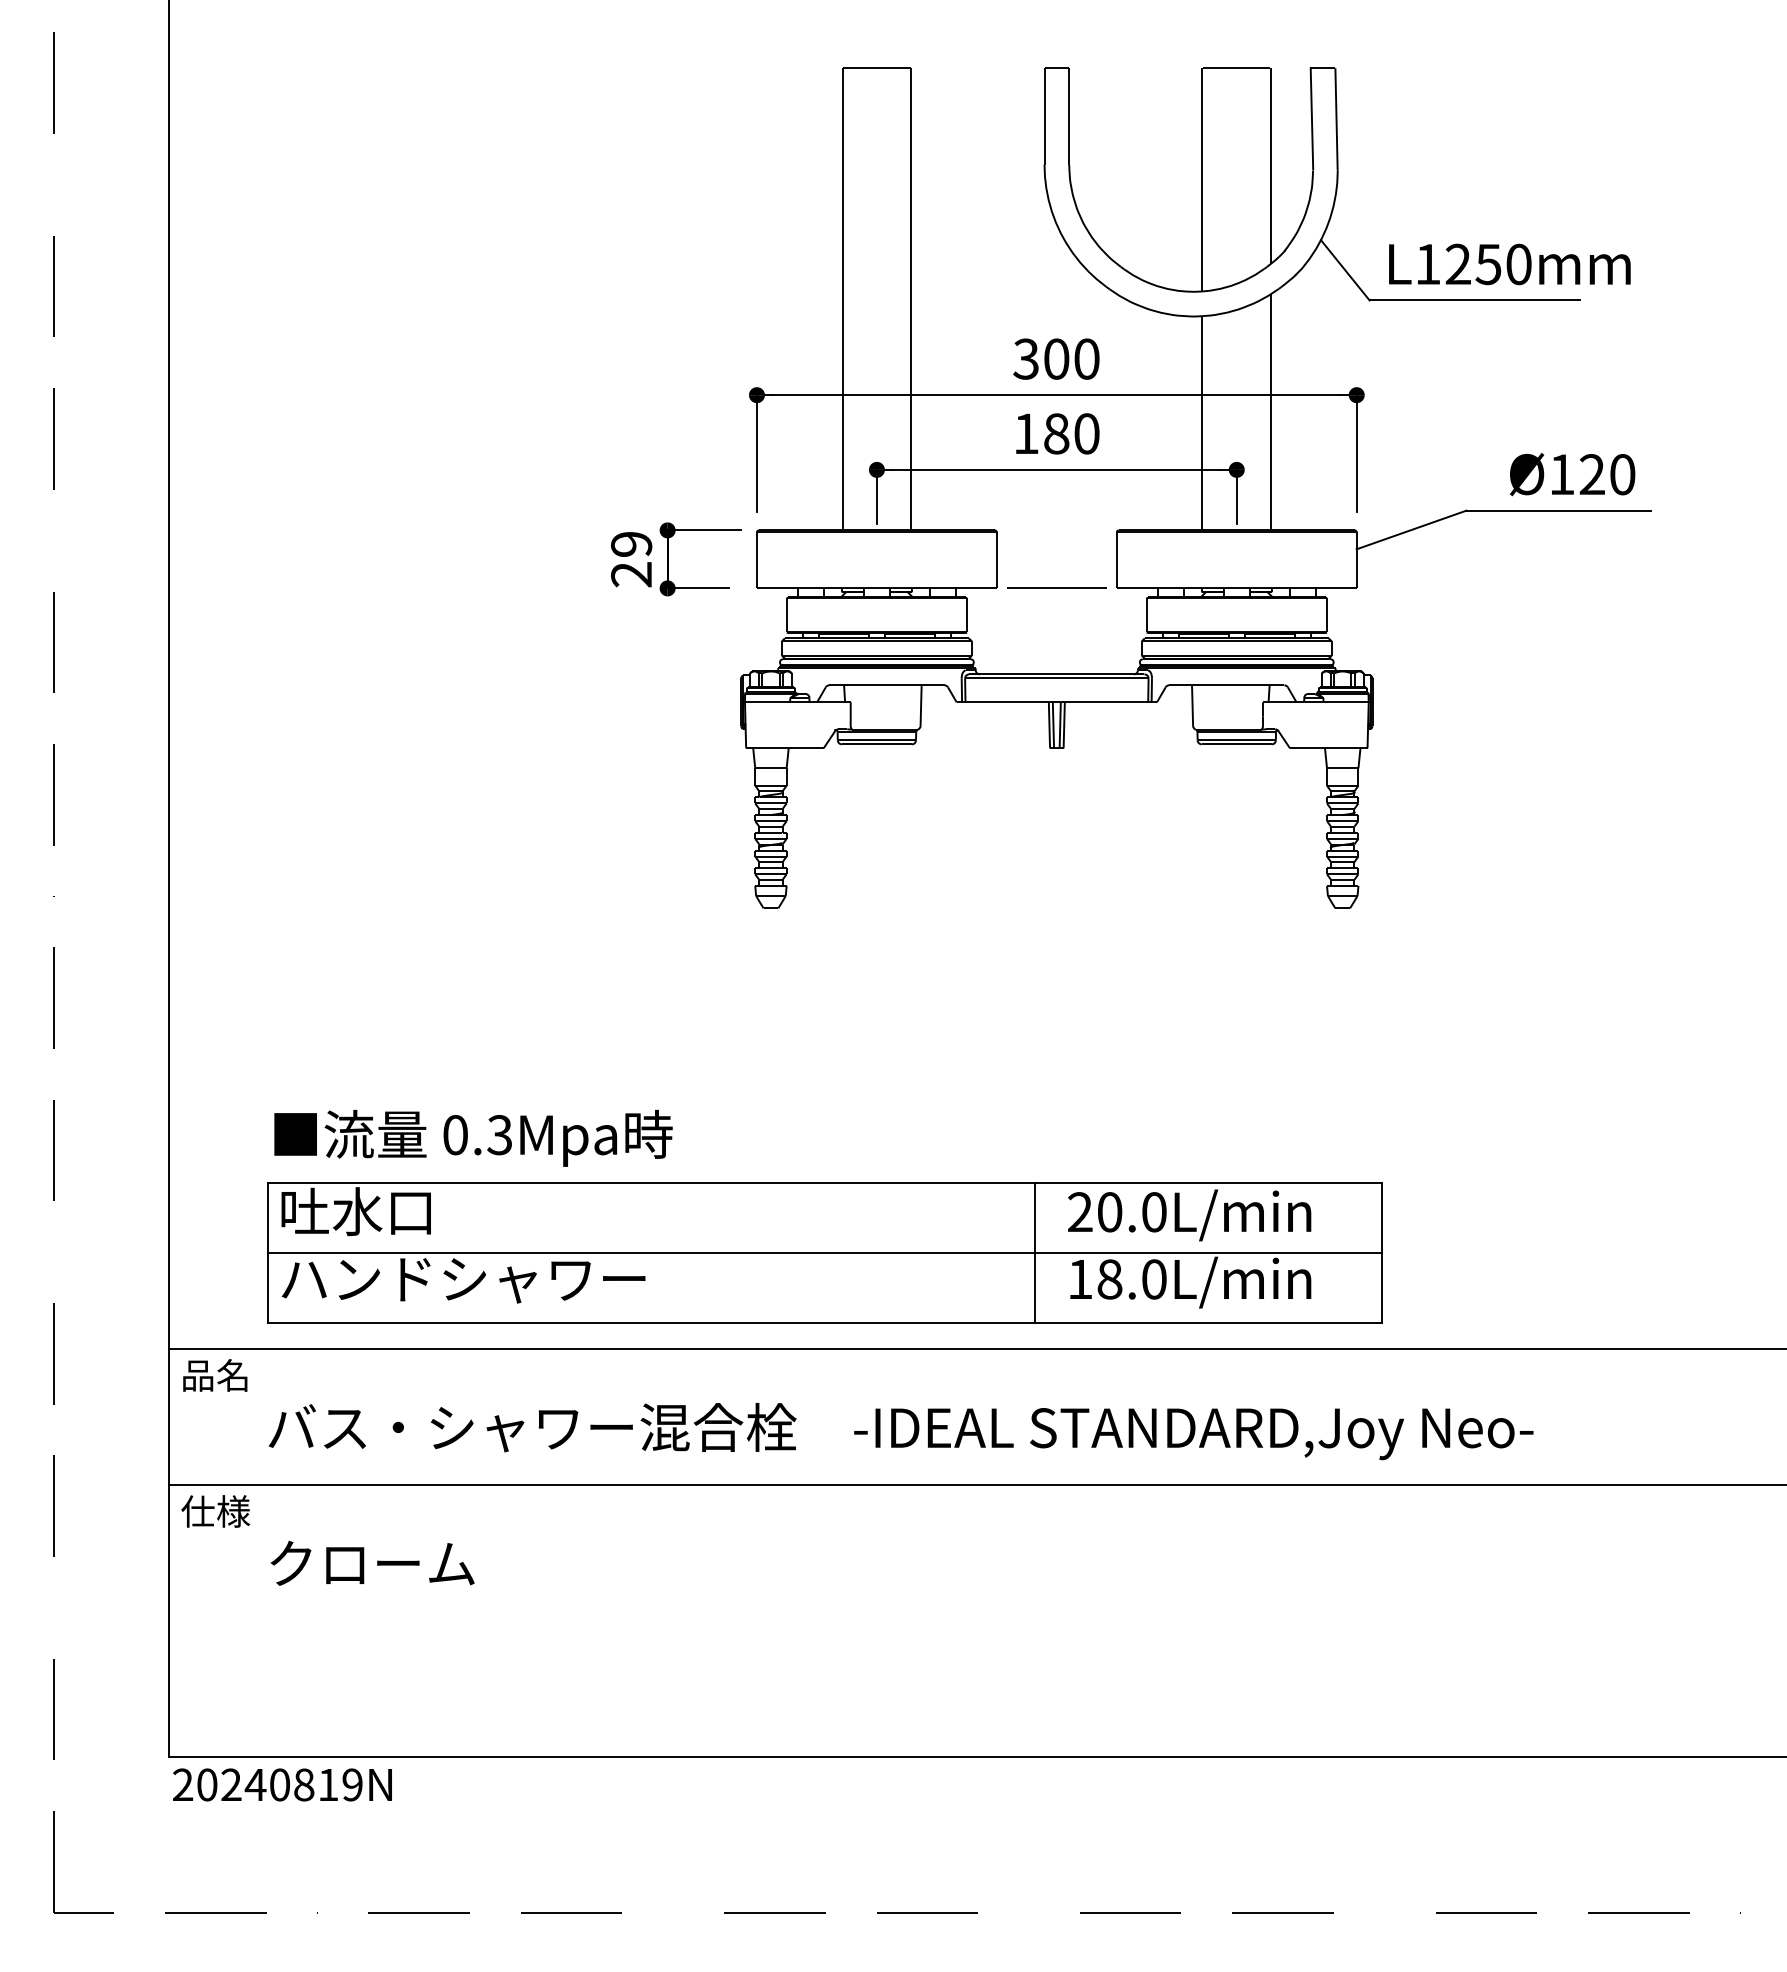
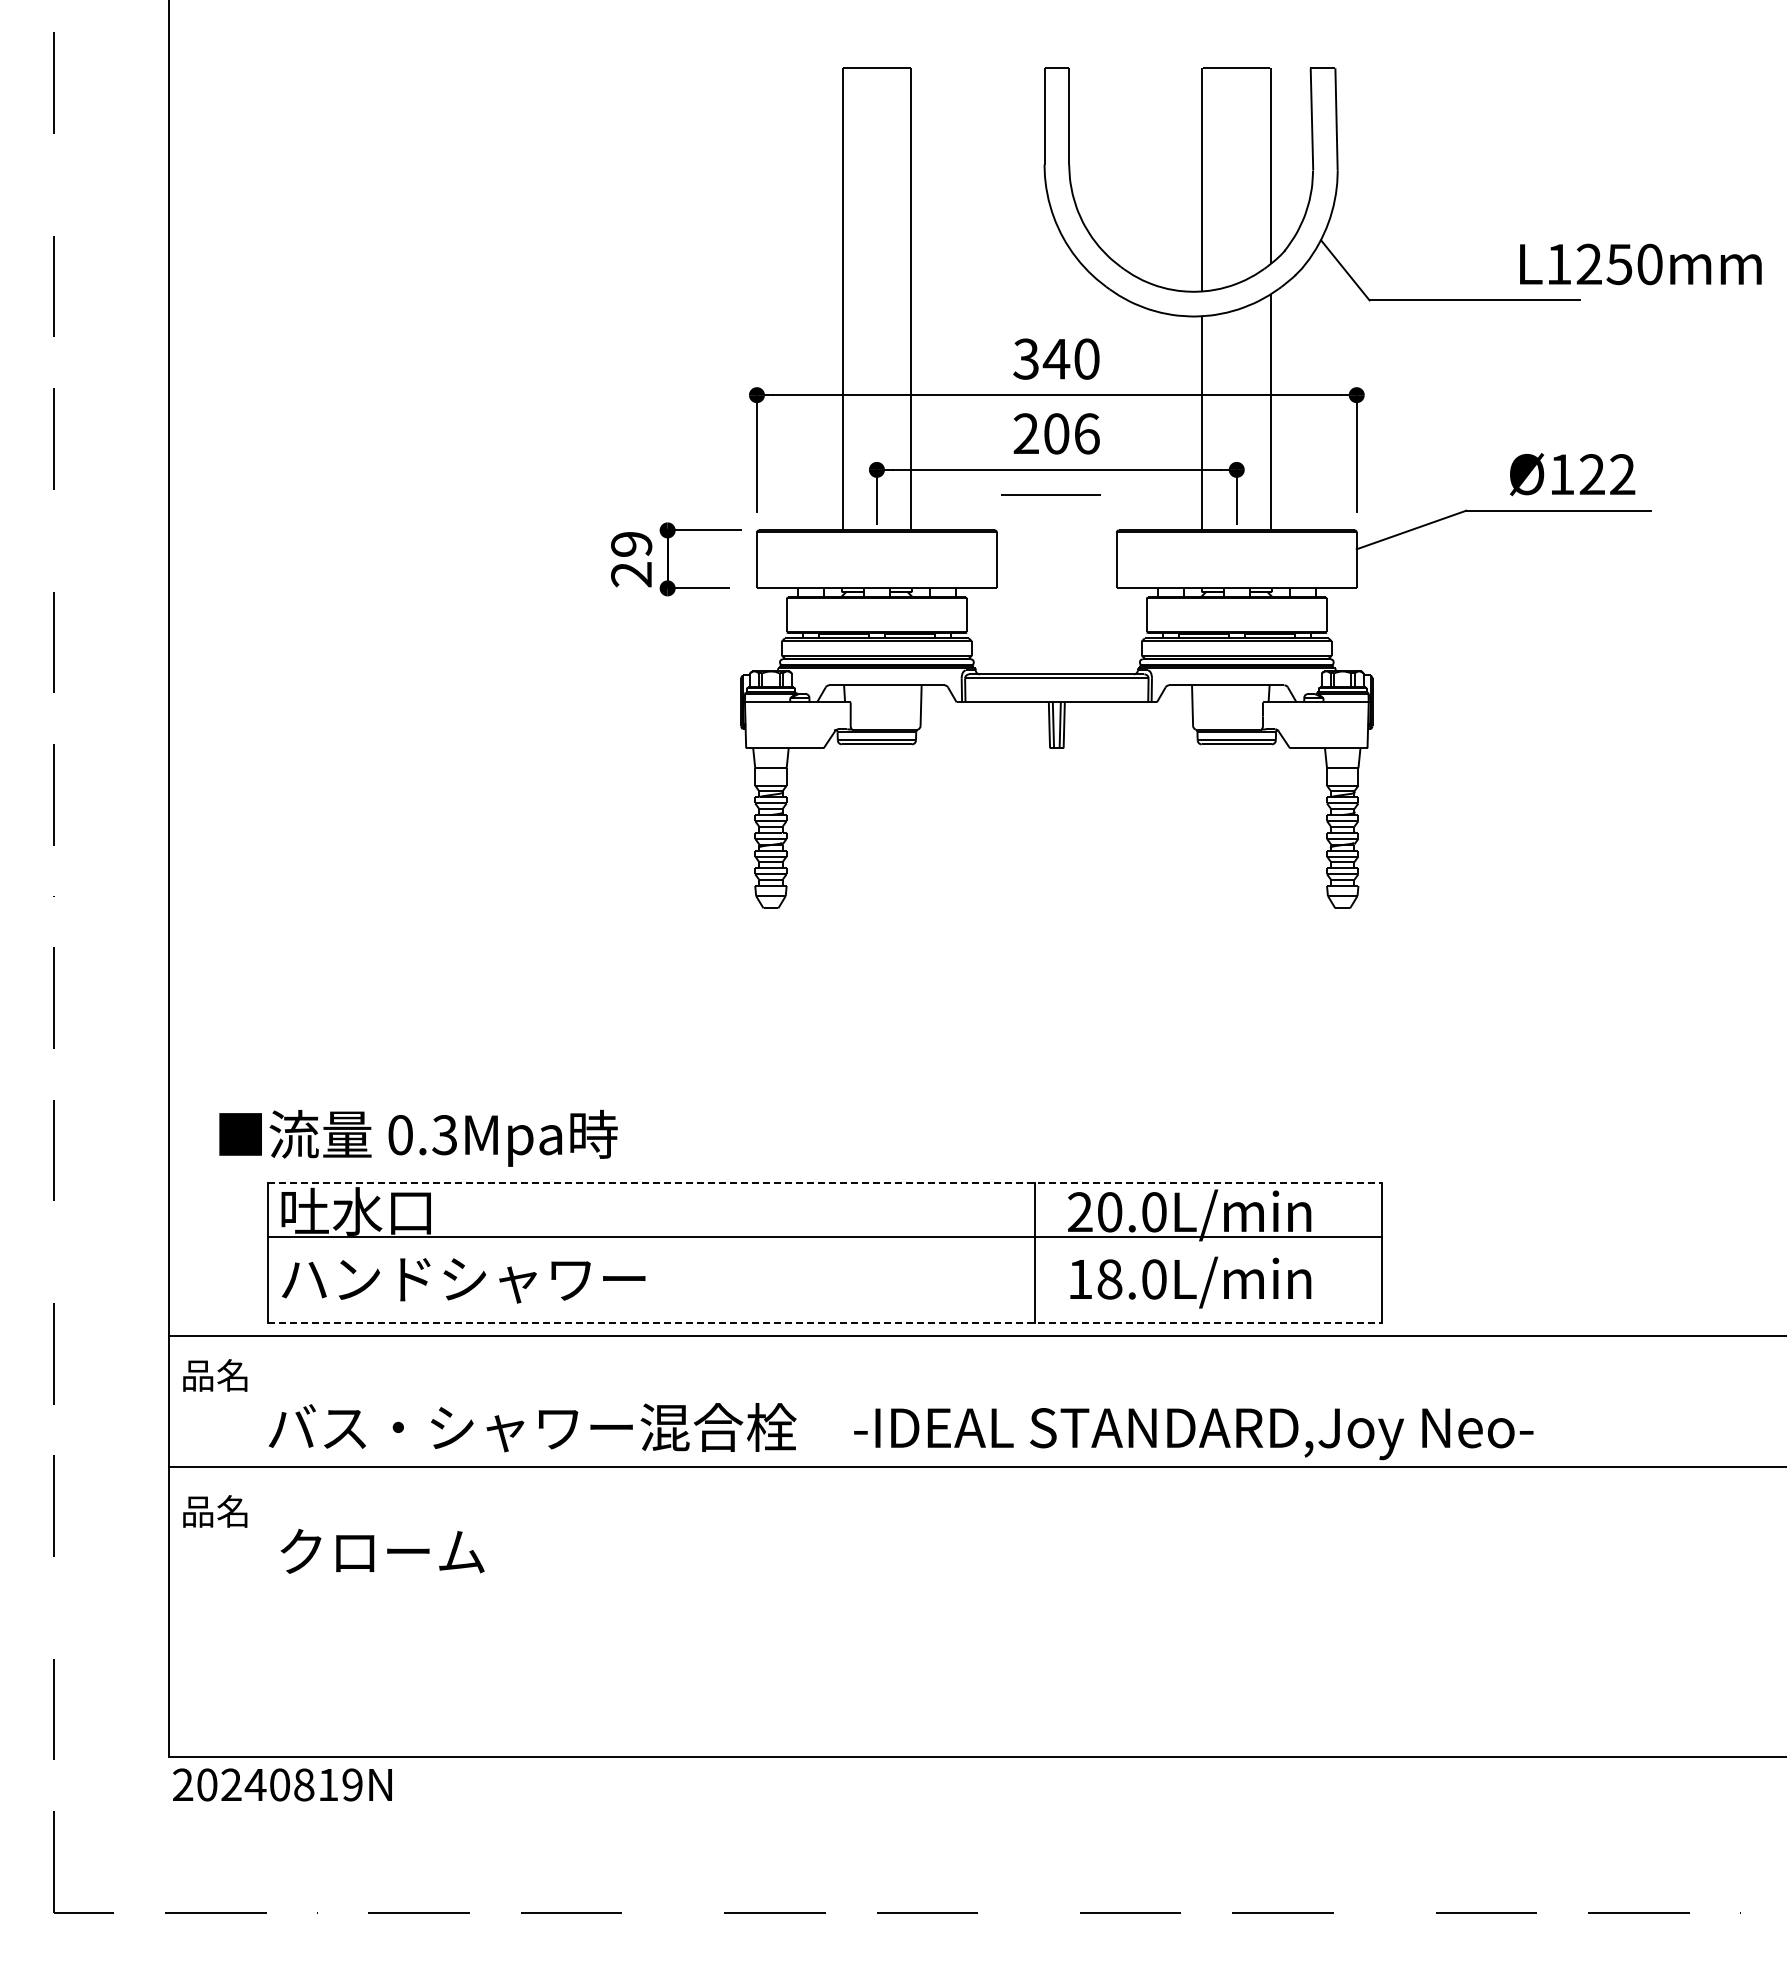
text at (1509, 264) position: (1509, 264) -> (1640, 264)
text at (1056, 358): 300 -> 340
text at (1056, 433): 180 -> 206
text at (1622, 474): Ø120 -> Ø122
line at (1056, 587) position: (1056, 587) -> (1050, 494)
text at (473, 1137) position: (473, 1137) -> (418, 1137)
line at (825, 1183): solid -> dashed
line at (825, 1252) position: (825, 1252) -> (825, 1236)
line at (825, 1322): solid -> dashed
line at (976, 1349) position: (976, 1349) -> (976, 1336)
line at (976, 1485) position: (976, 1485) -> (976, 1467)
text at (215, 1511): 仕様 -> 品名
text at (372, 1563) position: (372, 1563) -> (382, 1551)
